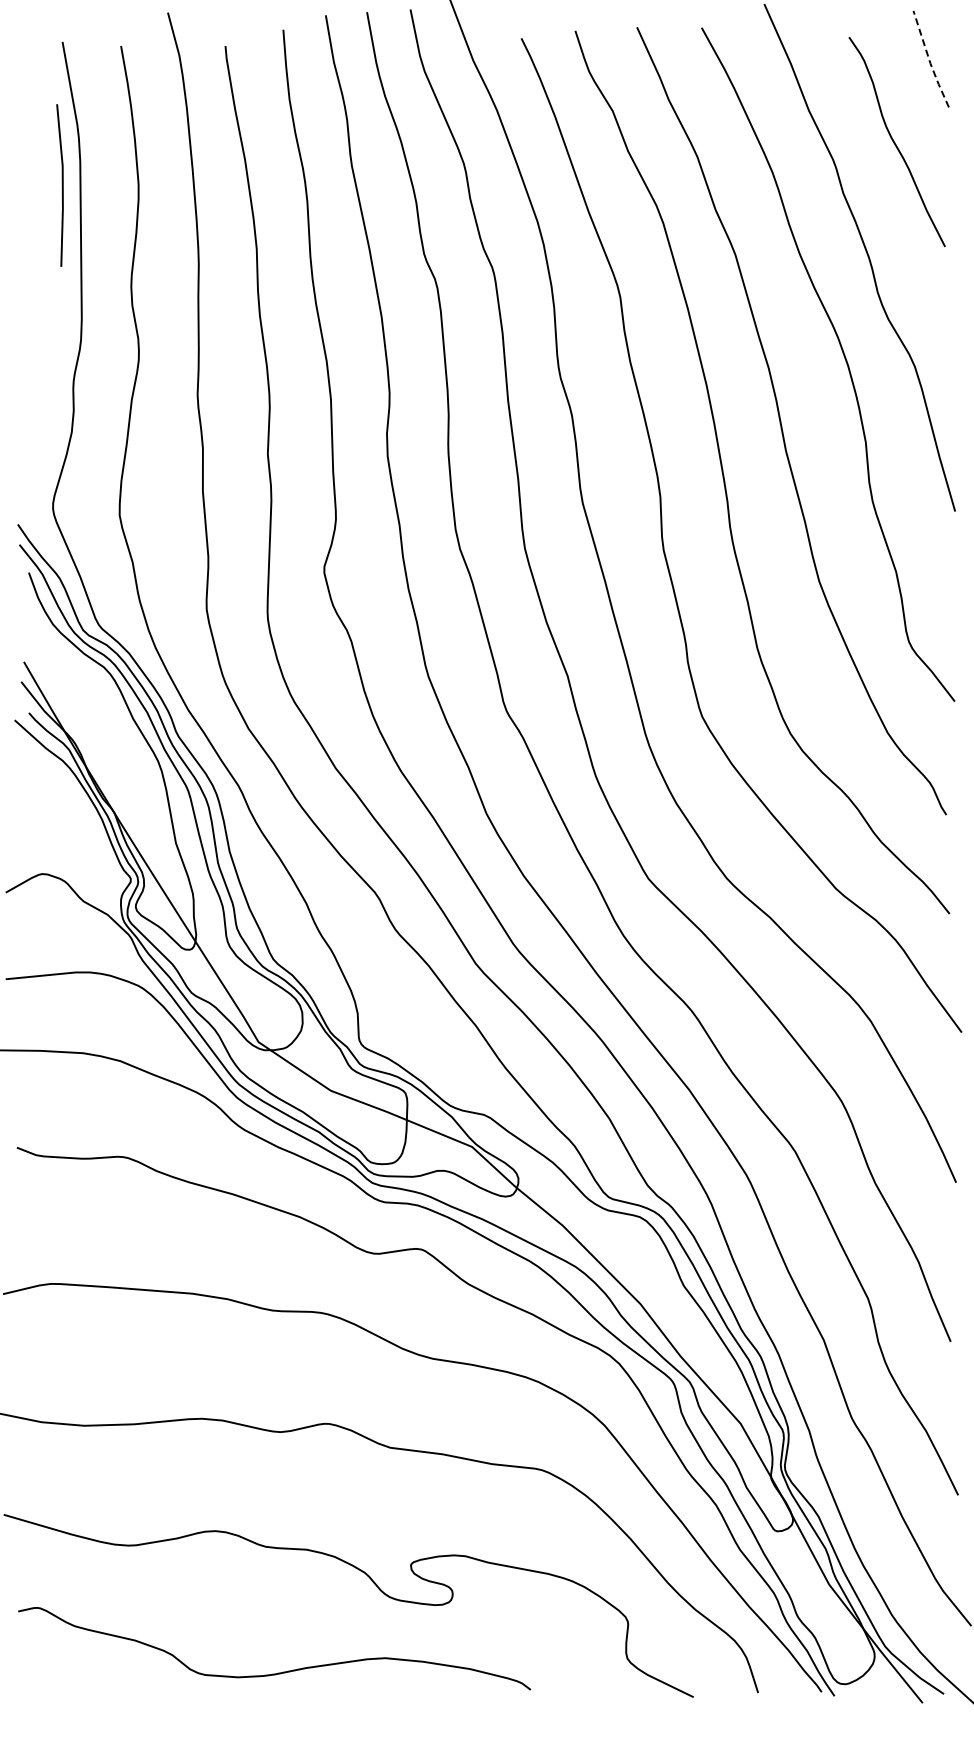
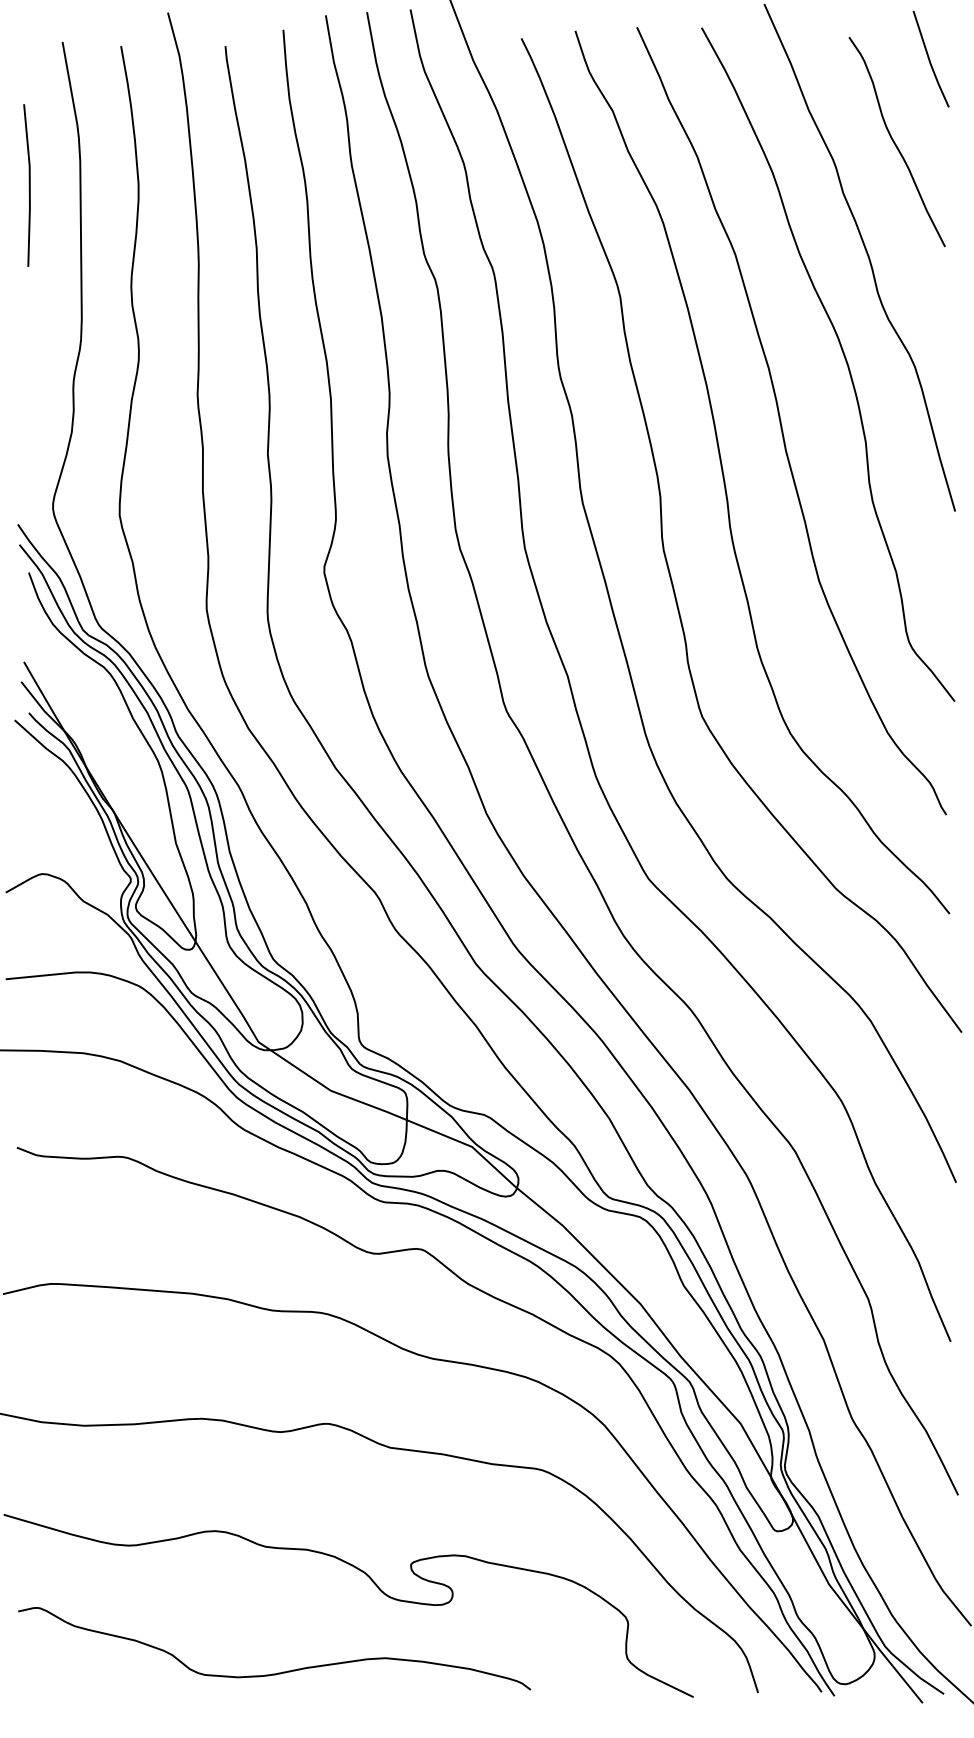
line at (929, 60): dashed -> solid
line at (61, 185) position: (61, 185) -> (28, 185)
